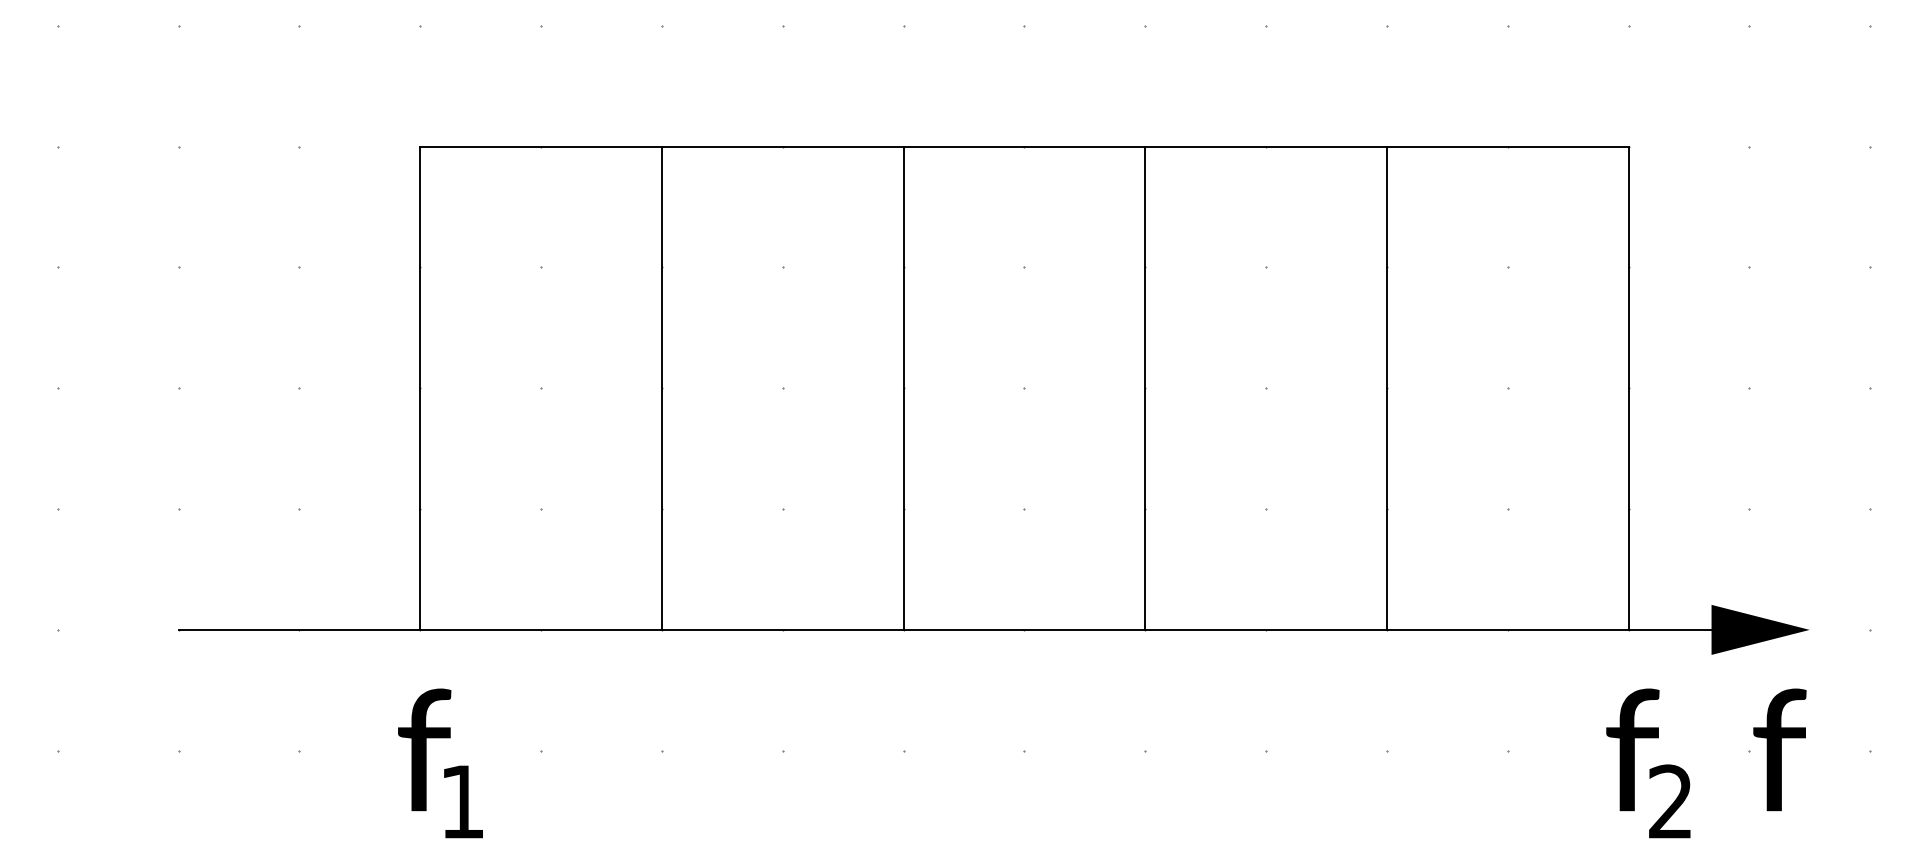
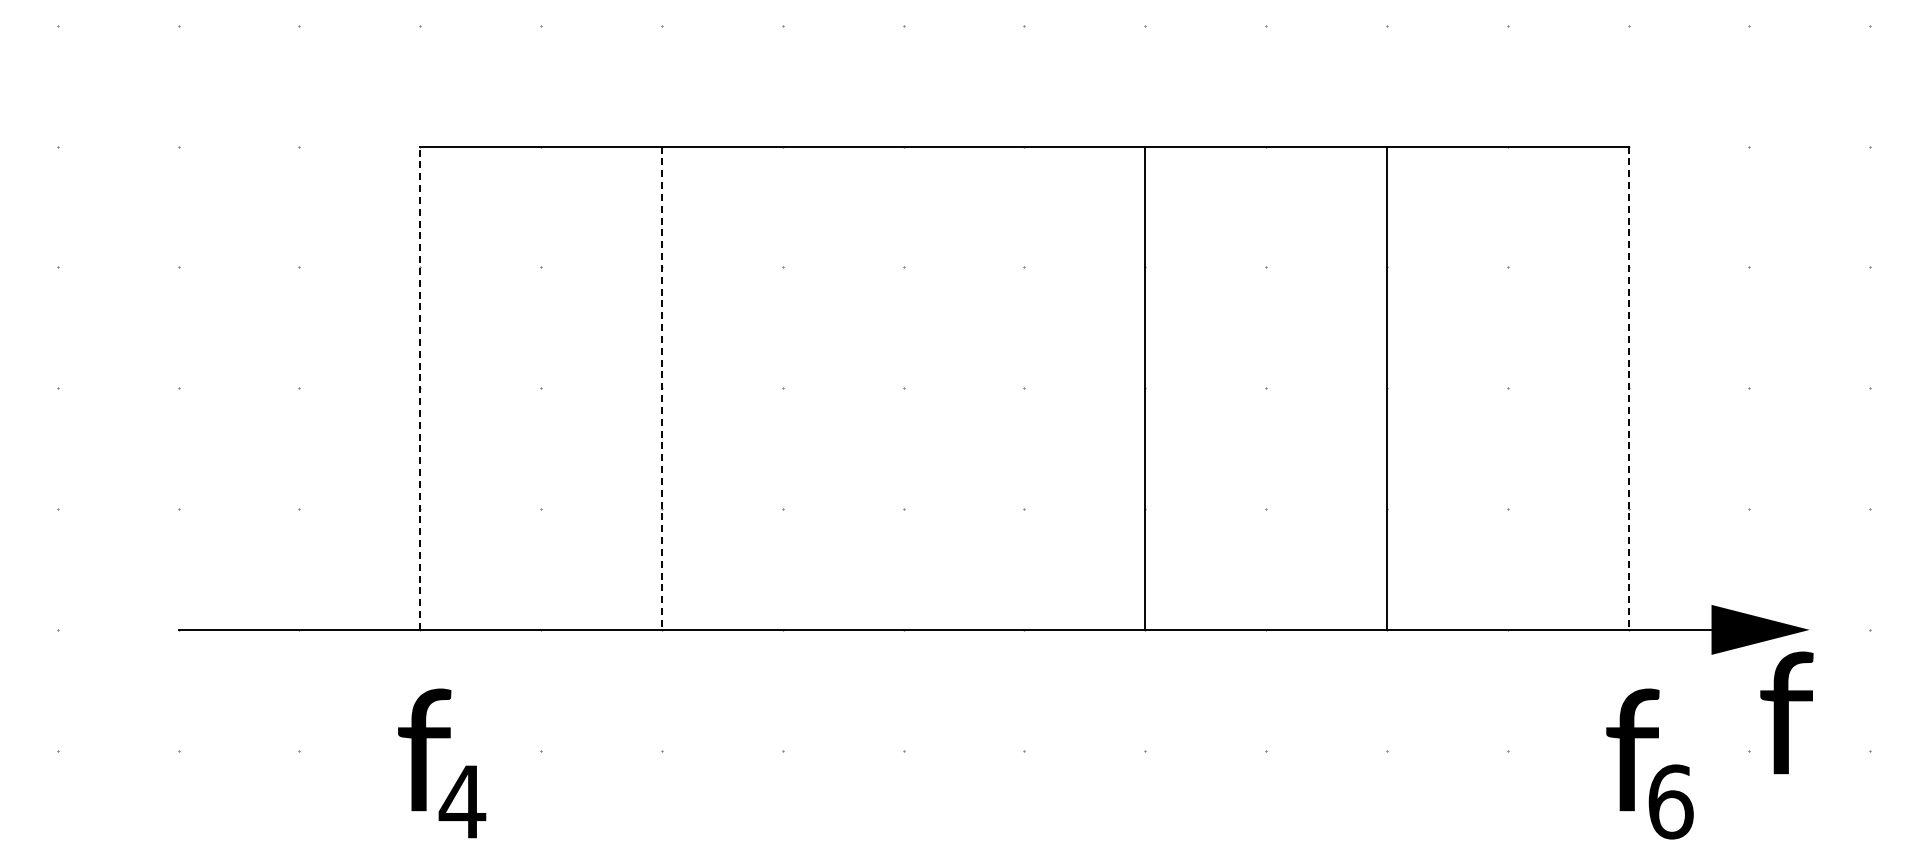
line at (903, 387): present -> none
line at (420, 388): solid -> dashed
line at (661, 388): solid -> dashed
line at (1628, 388): solid -> dashed
text at (1779, 749) position: (1779, 749) -> (1786, 712)
text at (462, 801): 1 -> 4
text at (1670, 801): 2 -> 6
